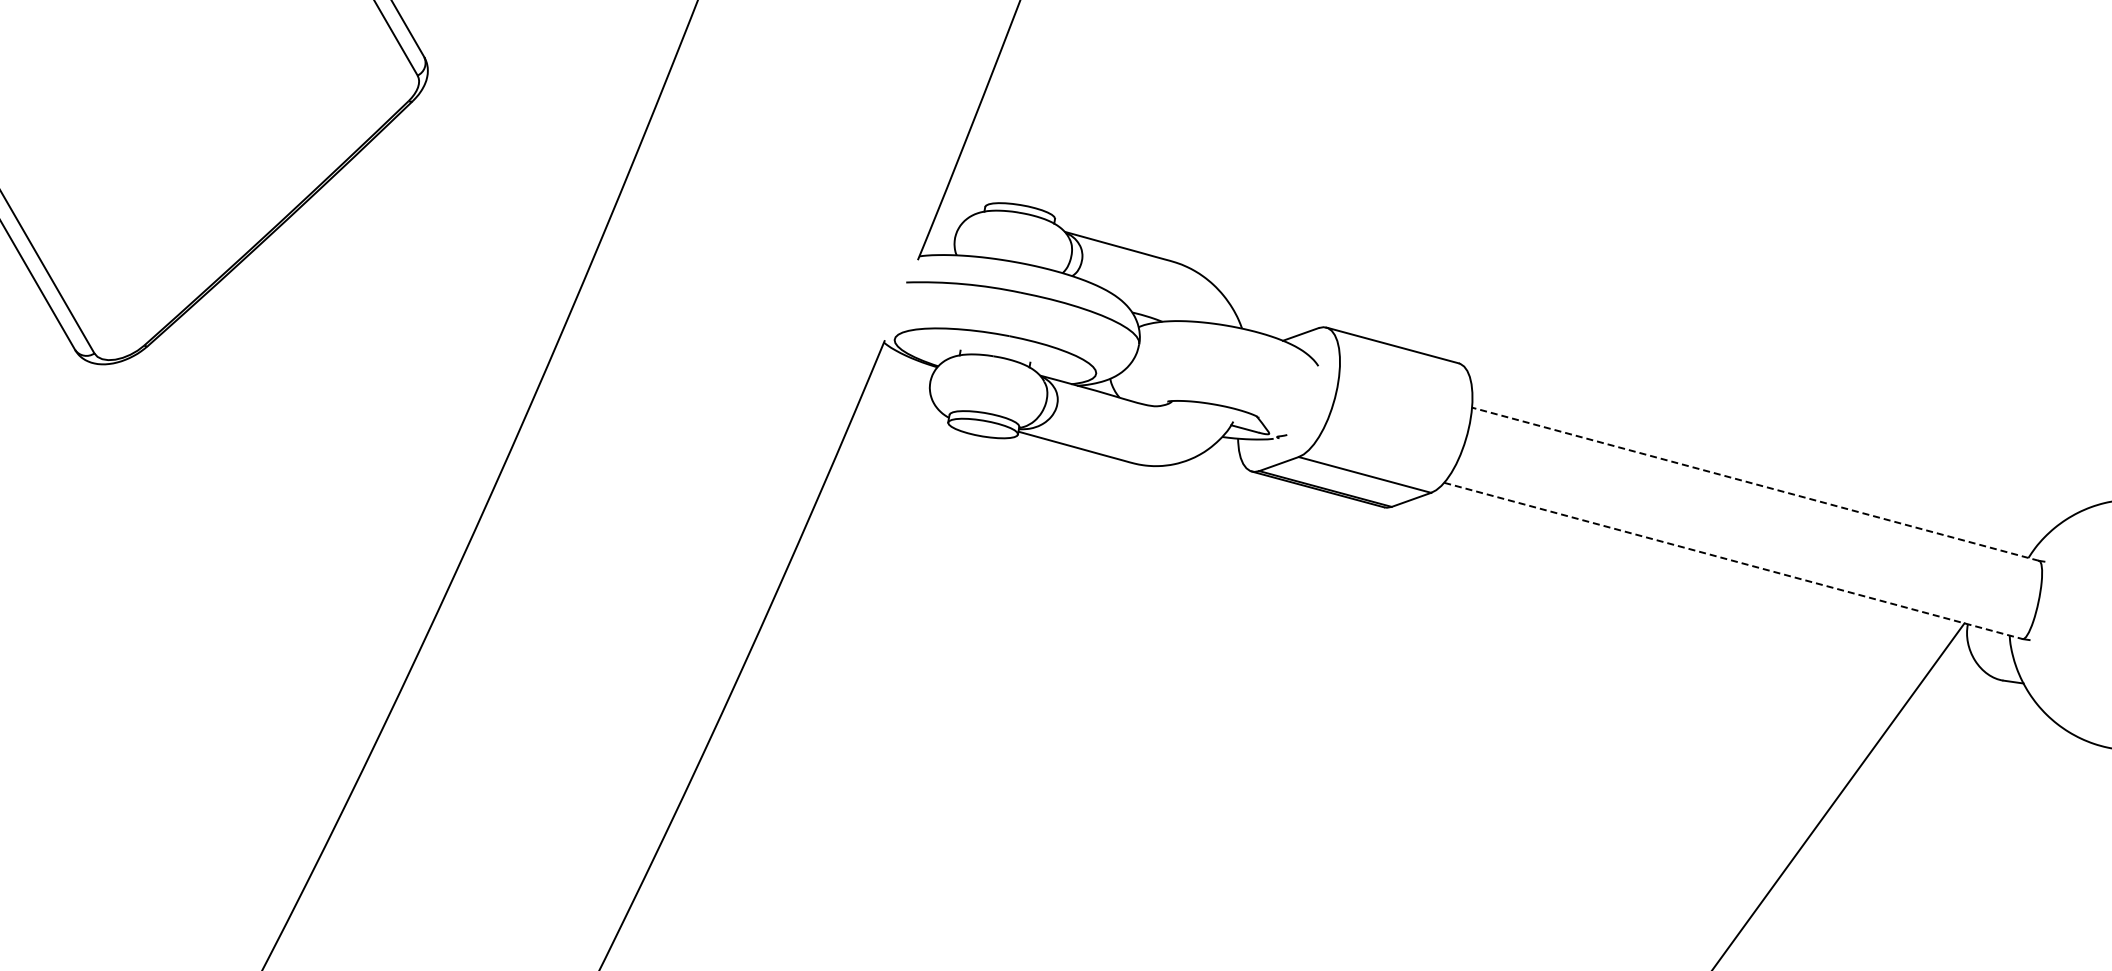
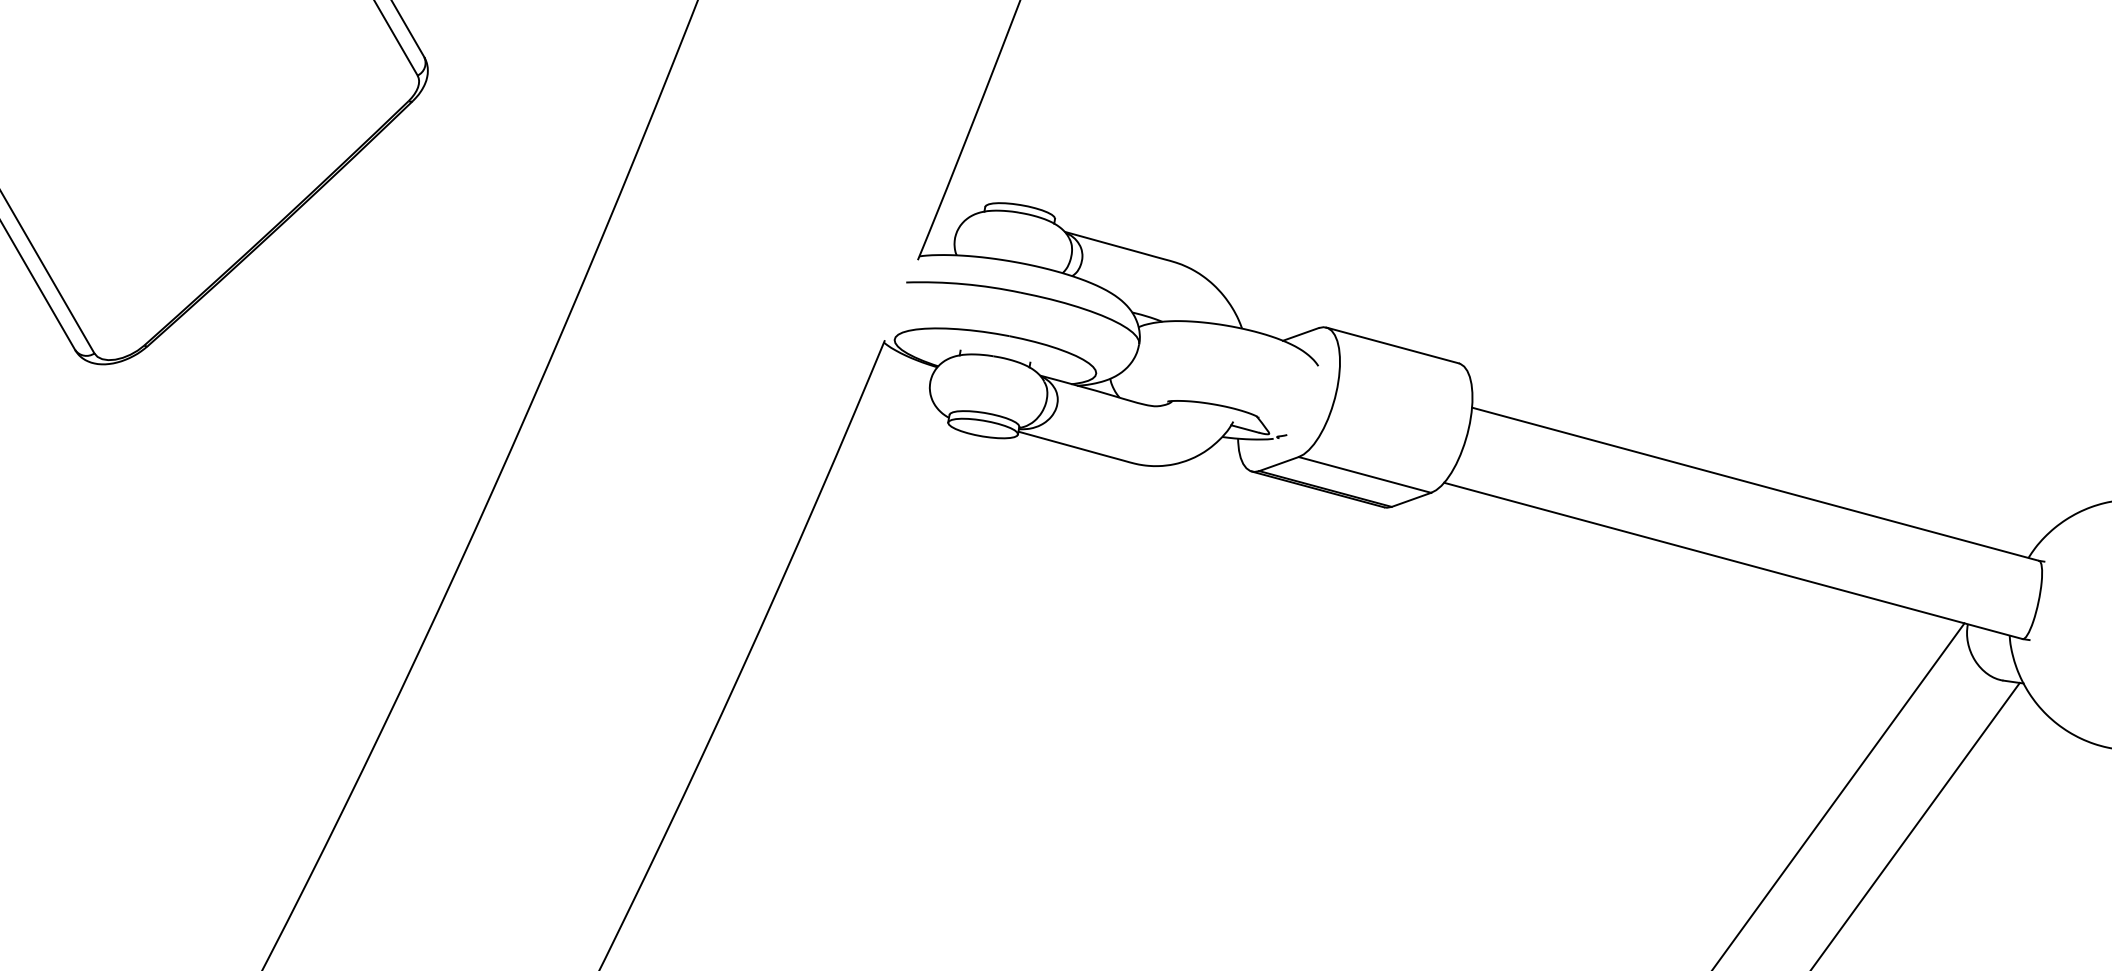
line at (1755, 484): dashed -> solid
line at (1733, 560): dashed -> solid
line at (1915, 824): none -> present
